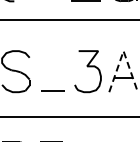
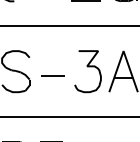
line at (69, 19) position: (69, 19) -> (69, 25)
line at (123, 51): dashed -> solid
line at (52, 90) position: (52, 90) -> (52, 75)
